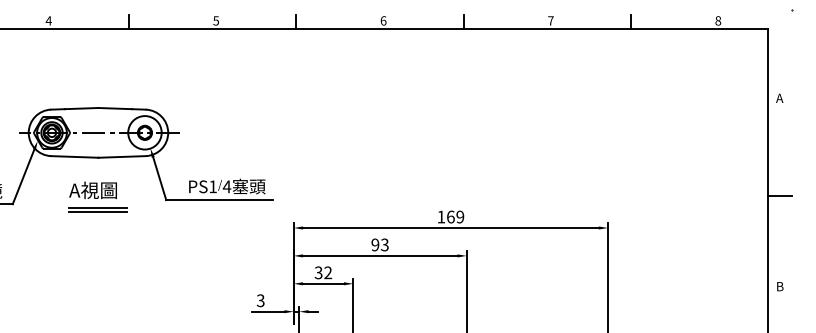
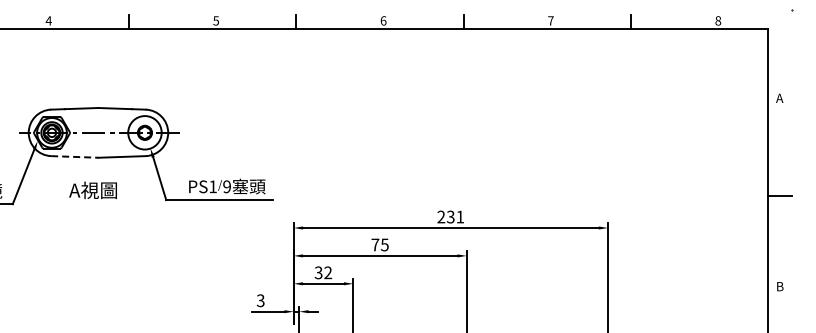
line at (74, 156): solid -> dashed
text at (226, 186): 4 -> 9
part at (97, 209): present -> none
text at (450, 216): 169 -> 231
text at (379, 244): 93 -> 75
